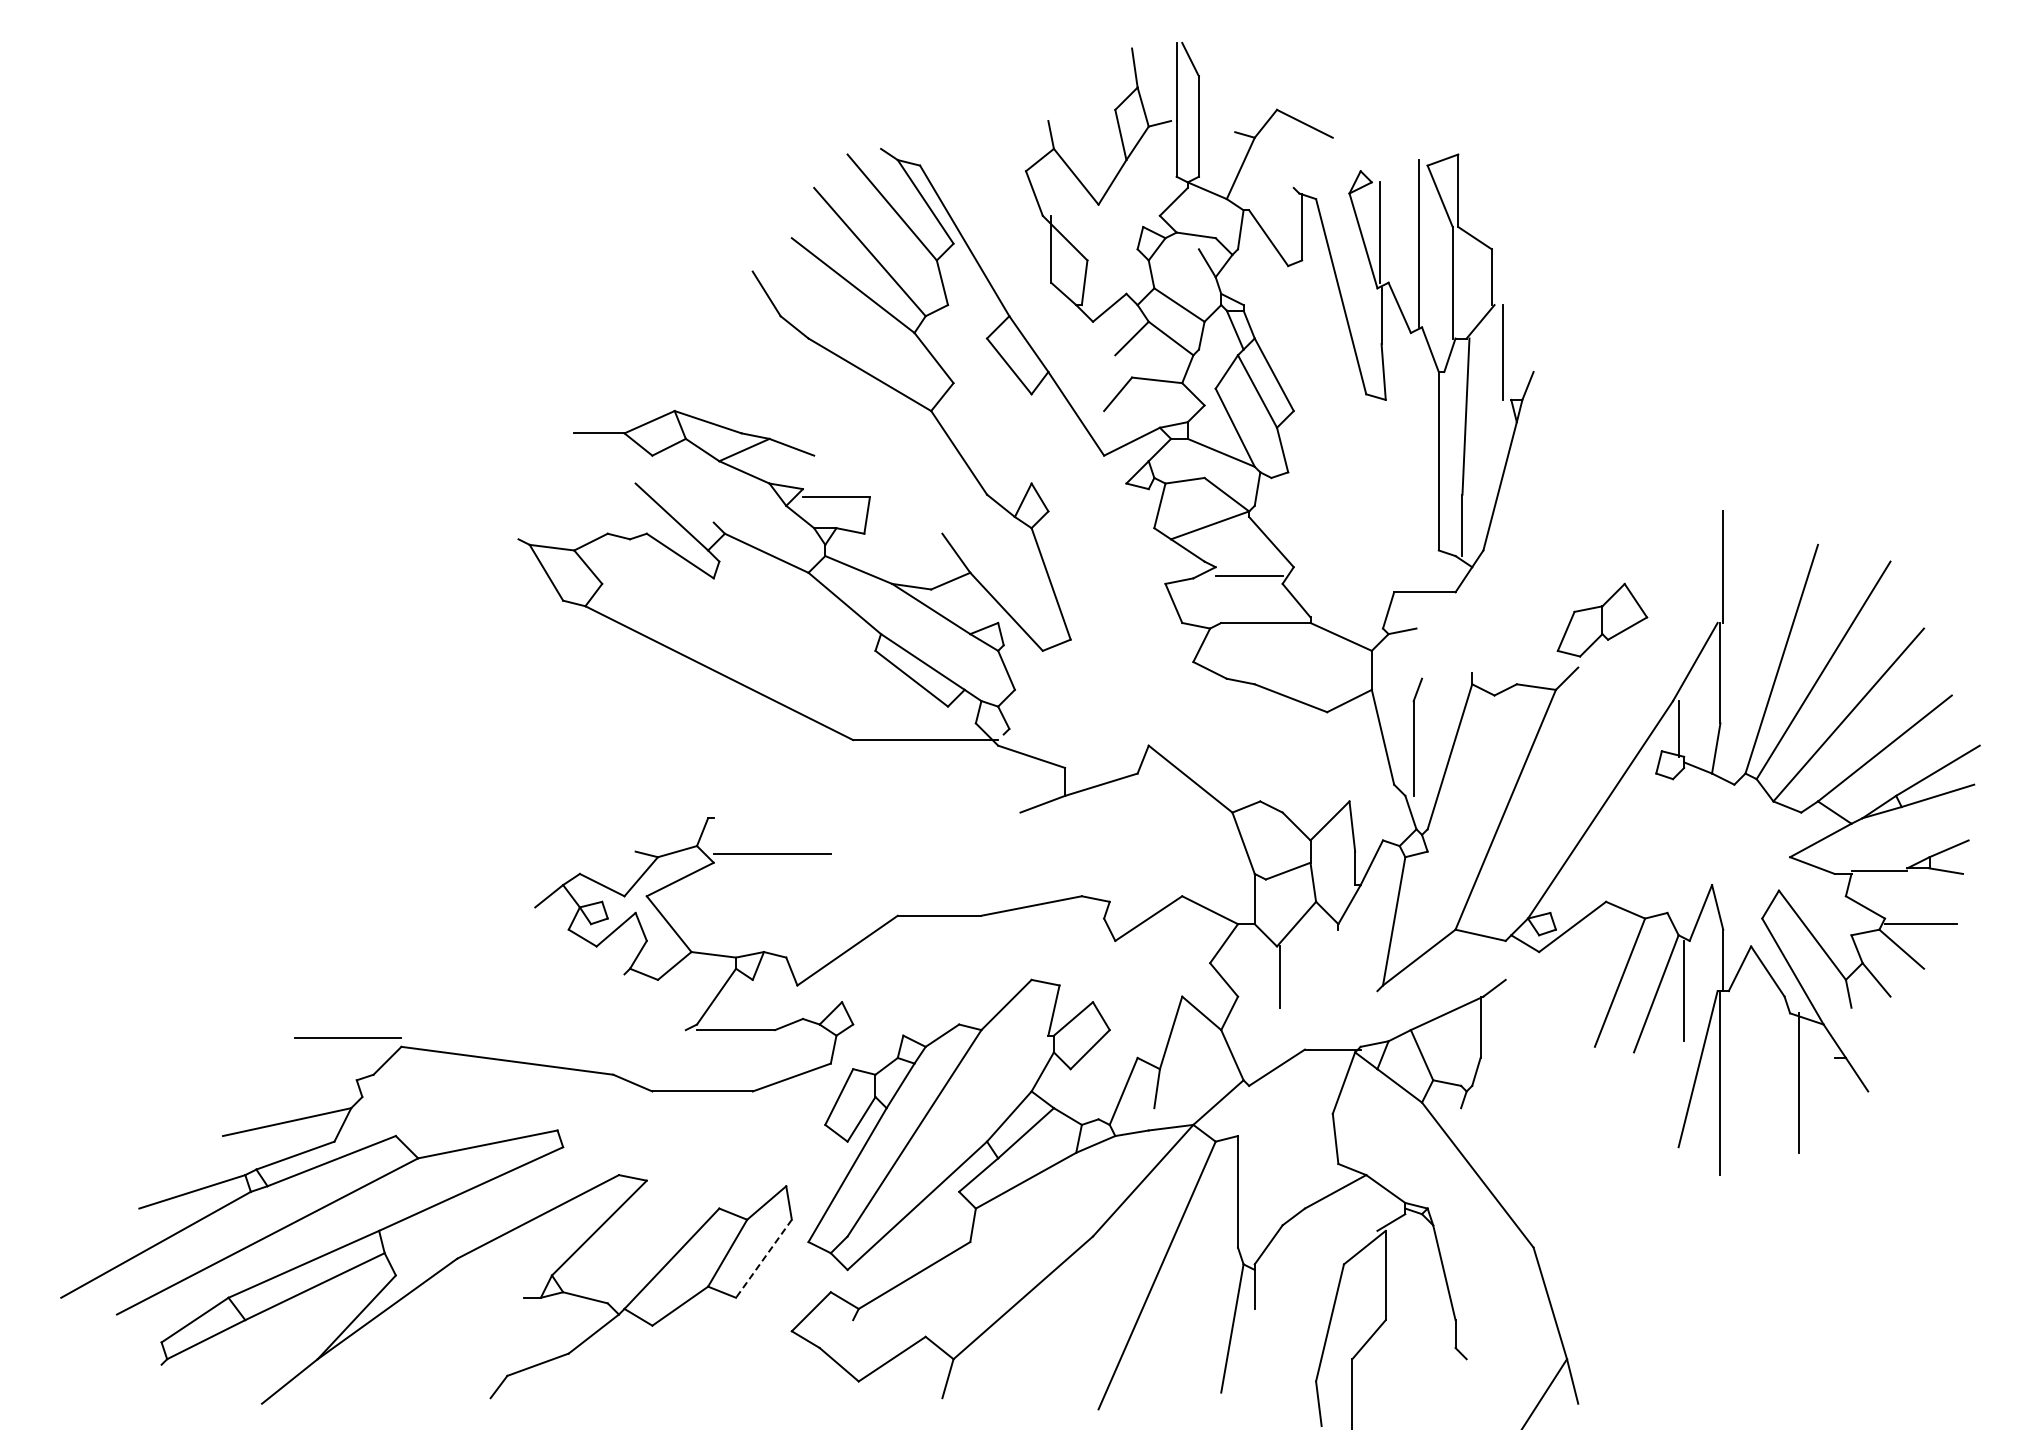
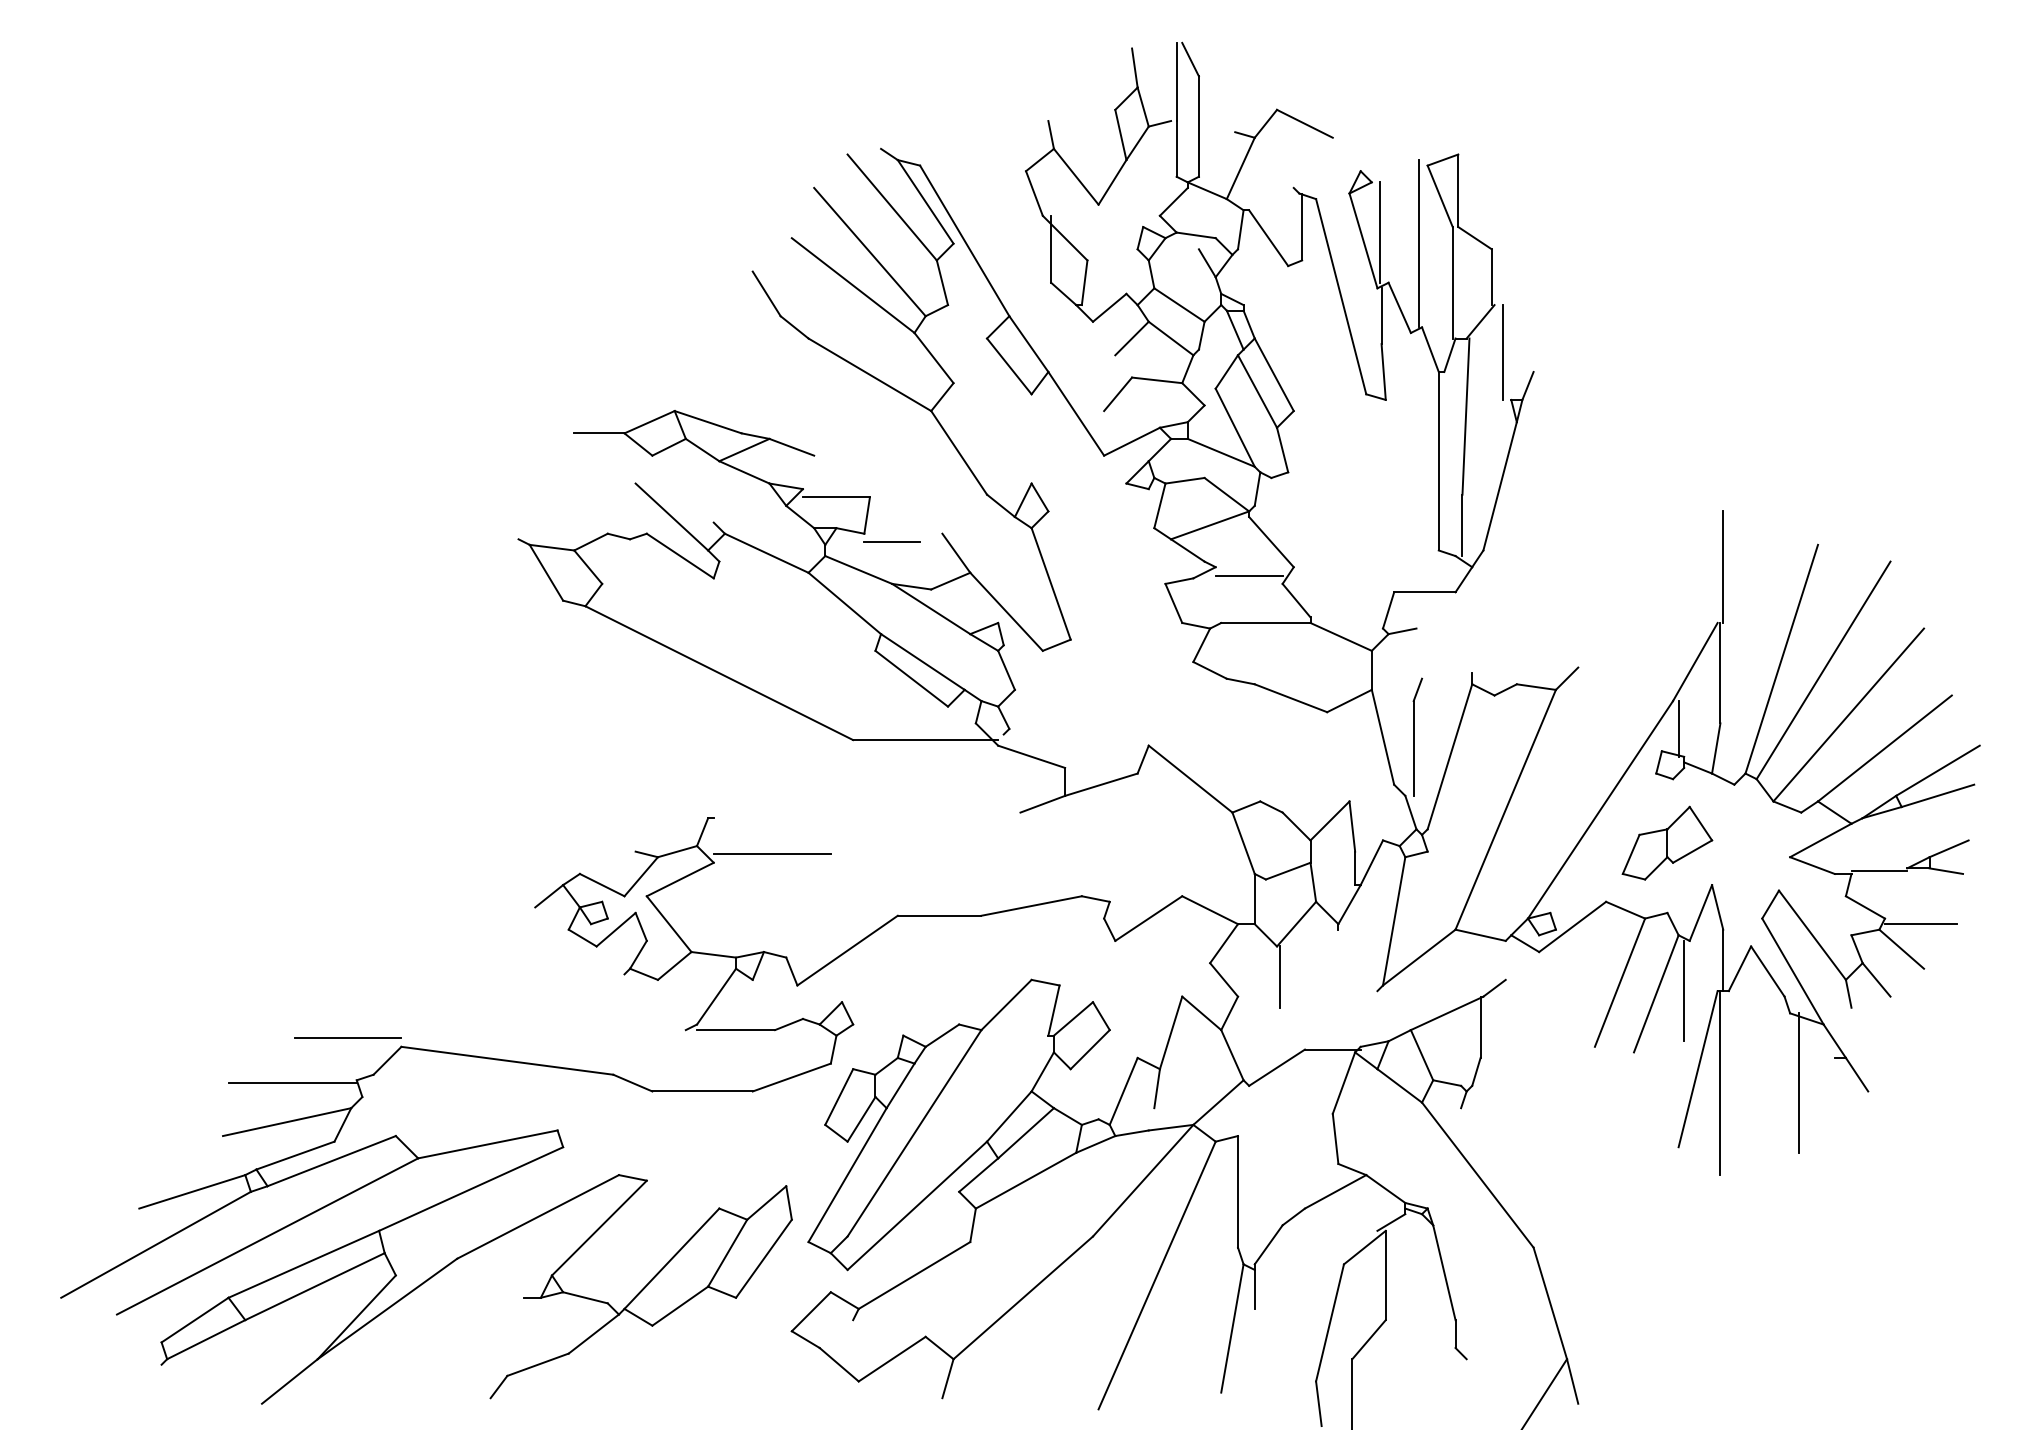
line at (892, 542): none -> present
part at (1602, 619) position: (1602, 619) -> (1667, 842)
line at (292, 1083): none -> present
line at (763, 1258): dashed -> solid
